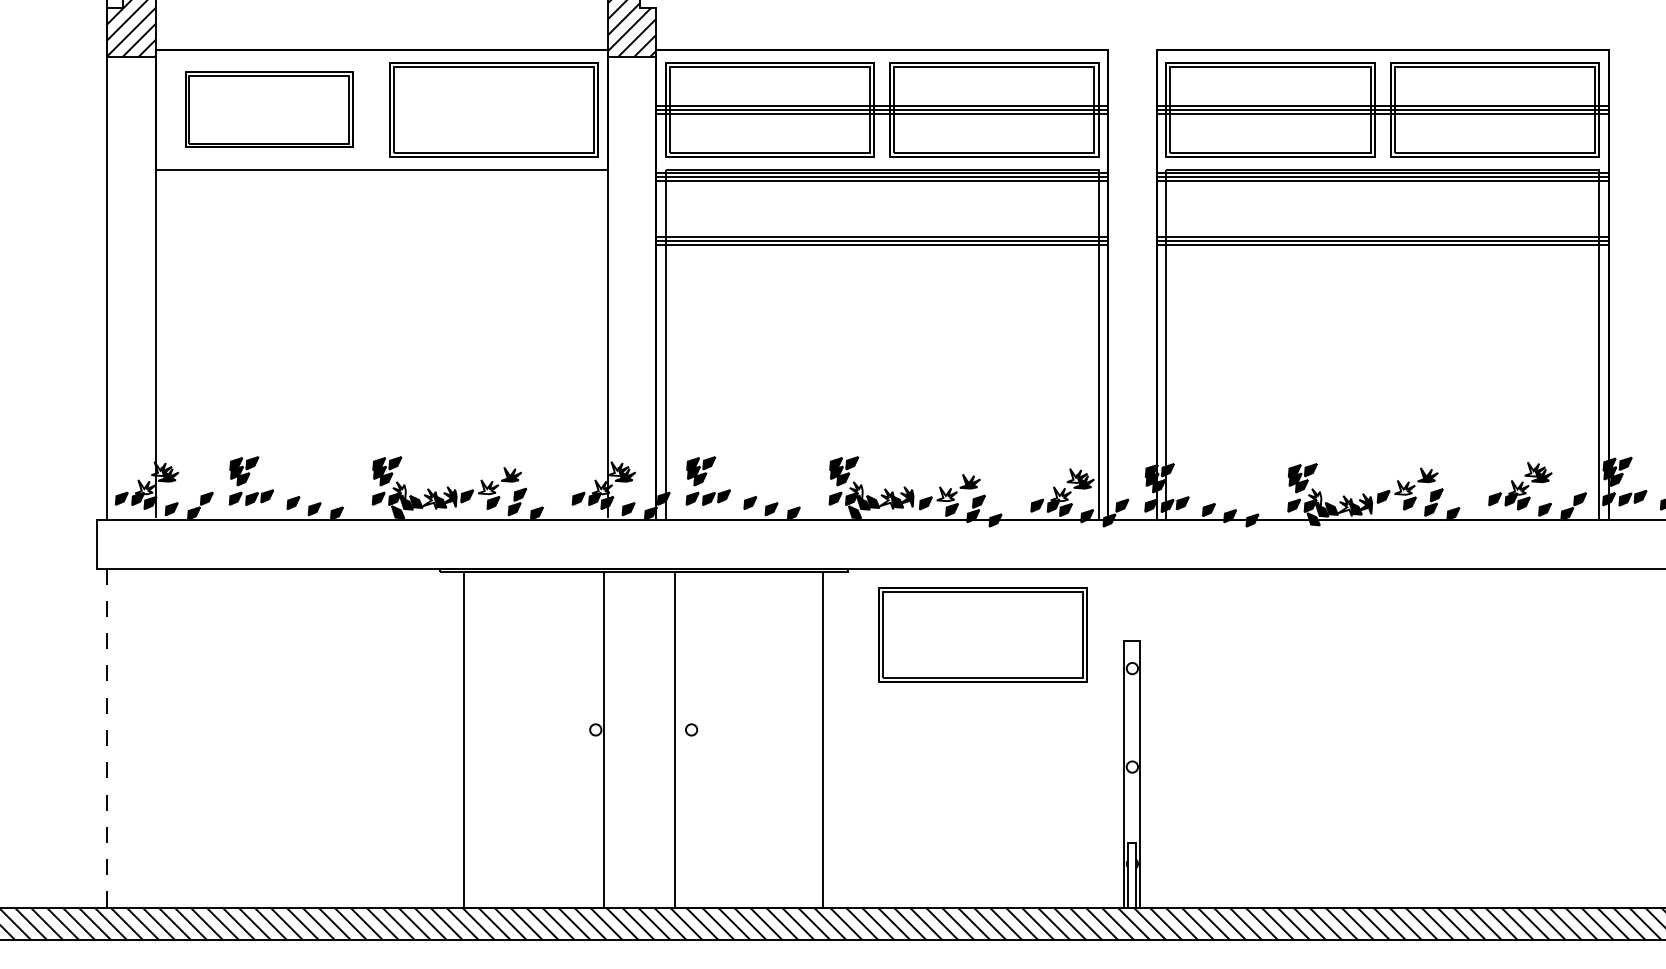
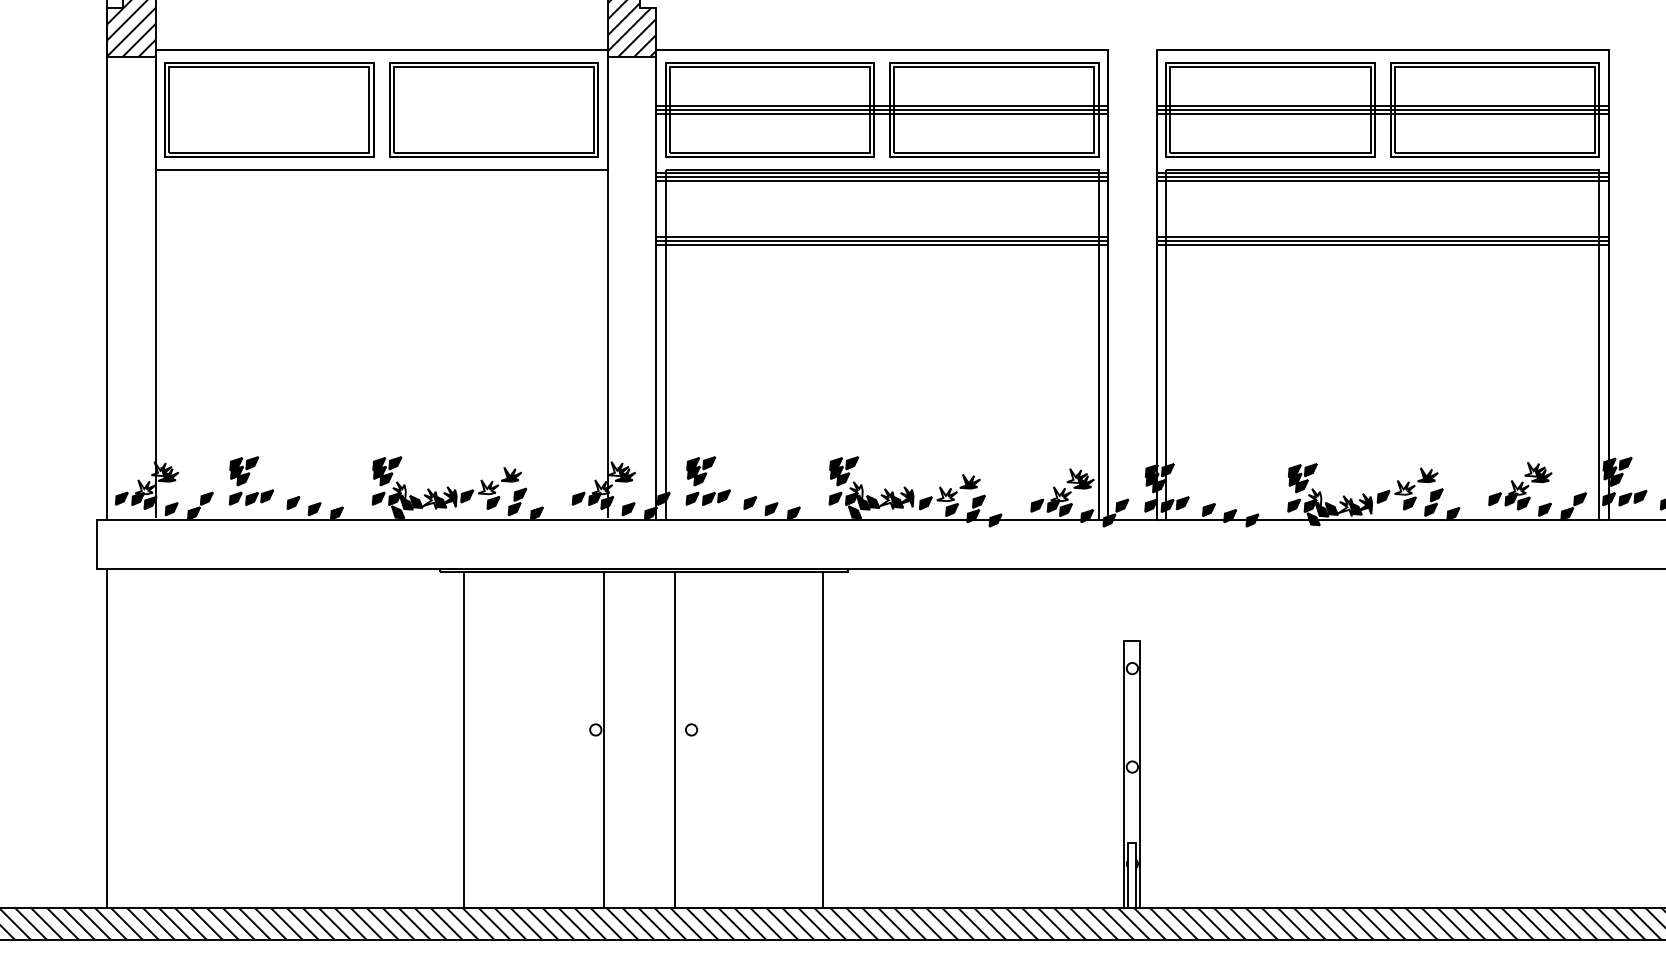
part at (269, 109) size: 169x77 px -> 211x96 px
part at (982, 634): present -> none
line at (107, 737): dashed -> solid
